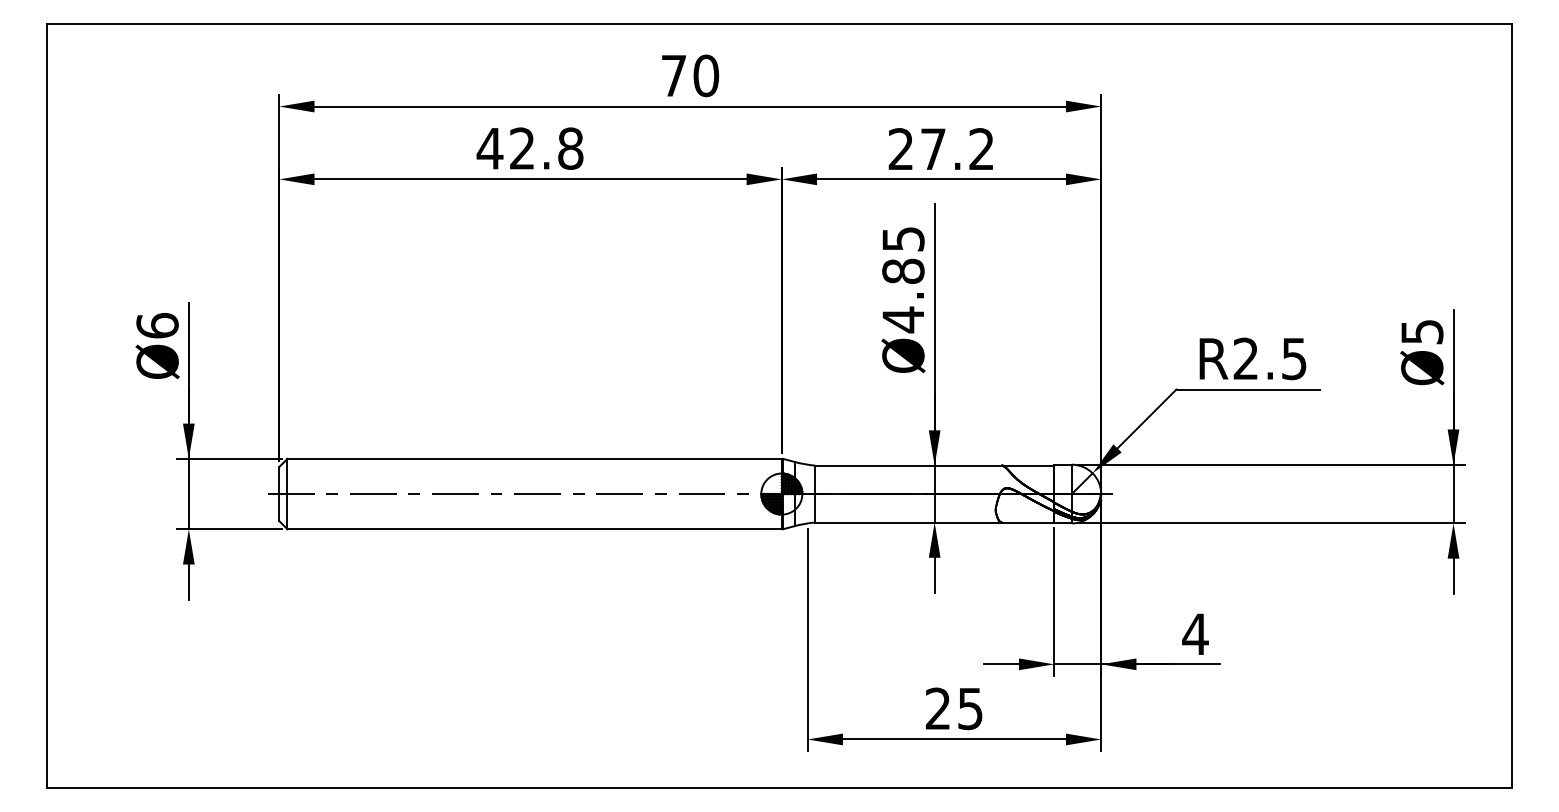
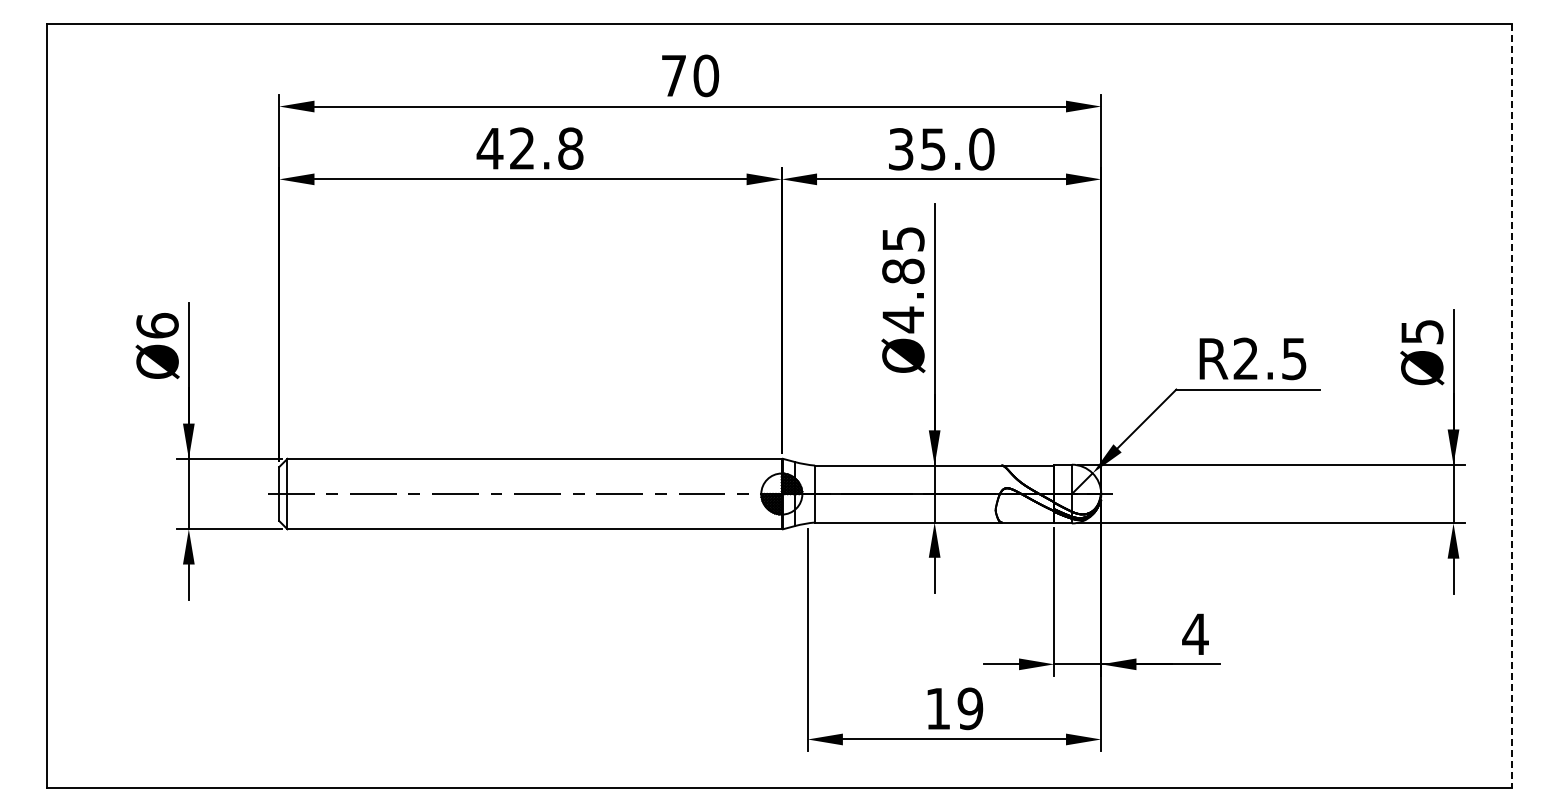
text at (941, 149): 27.2 -> 35.0
line at (1512, 406): solid -> dashed
text at (954, 708): 25 -> 19
